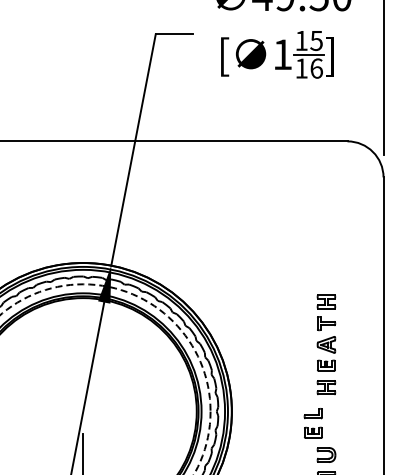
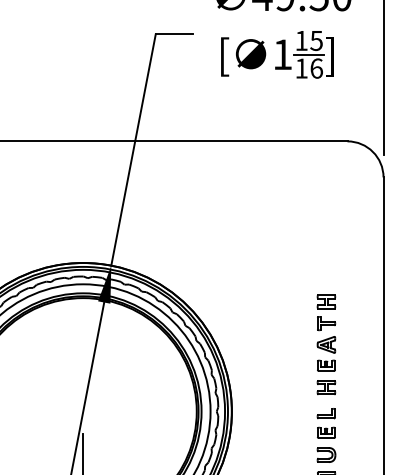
circle at (105, 379): dashed -> solid
part at (312, 423) position: (312, 423) -> (325, 423)
